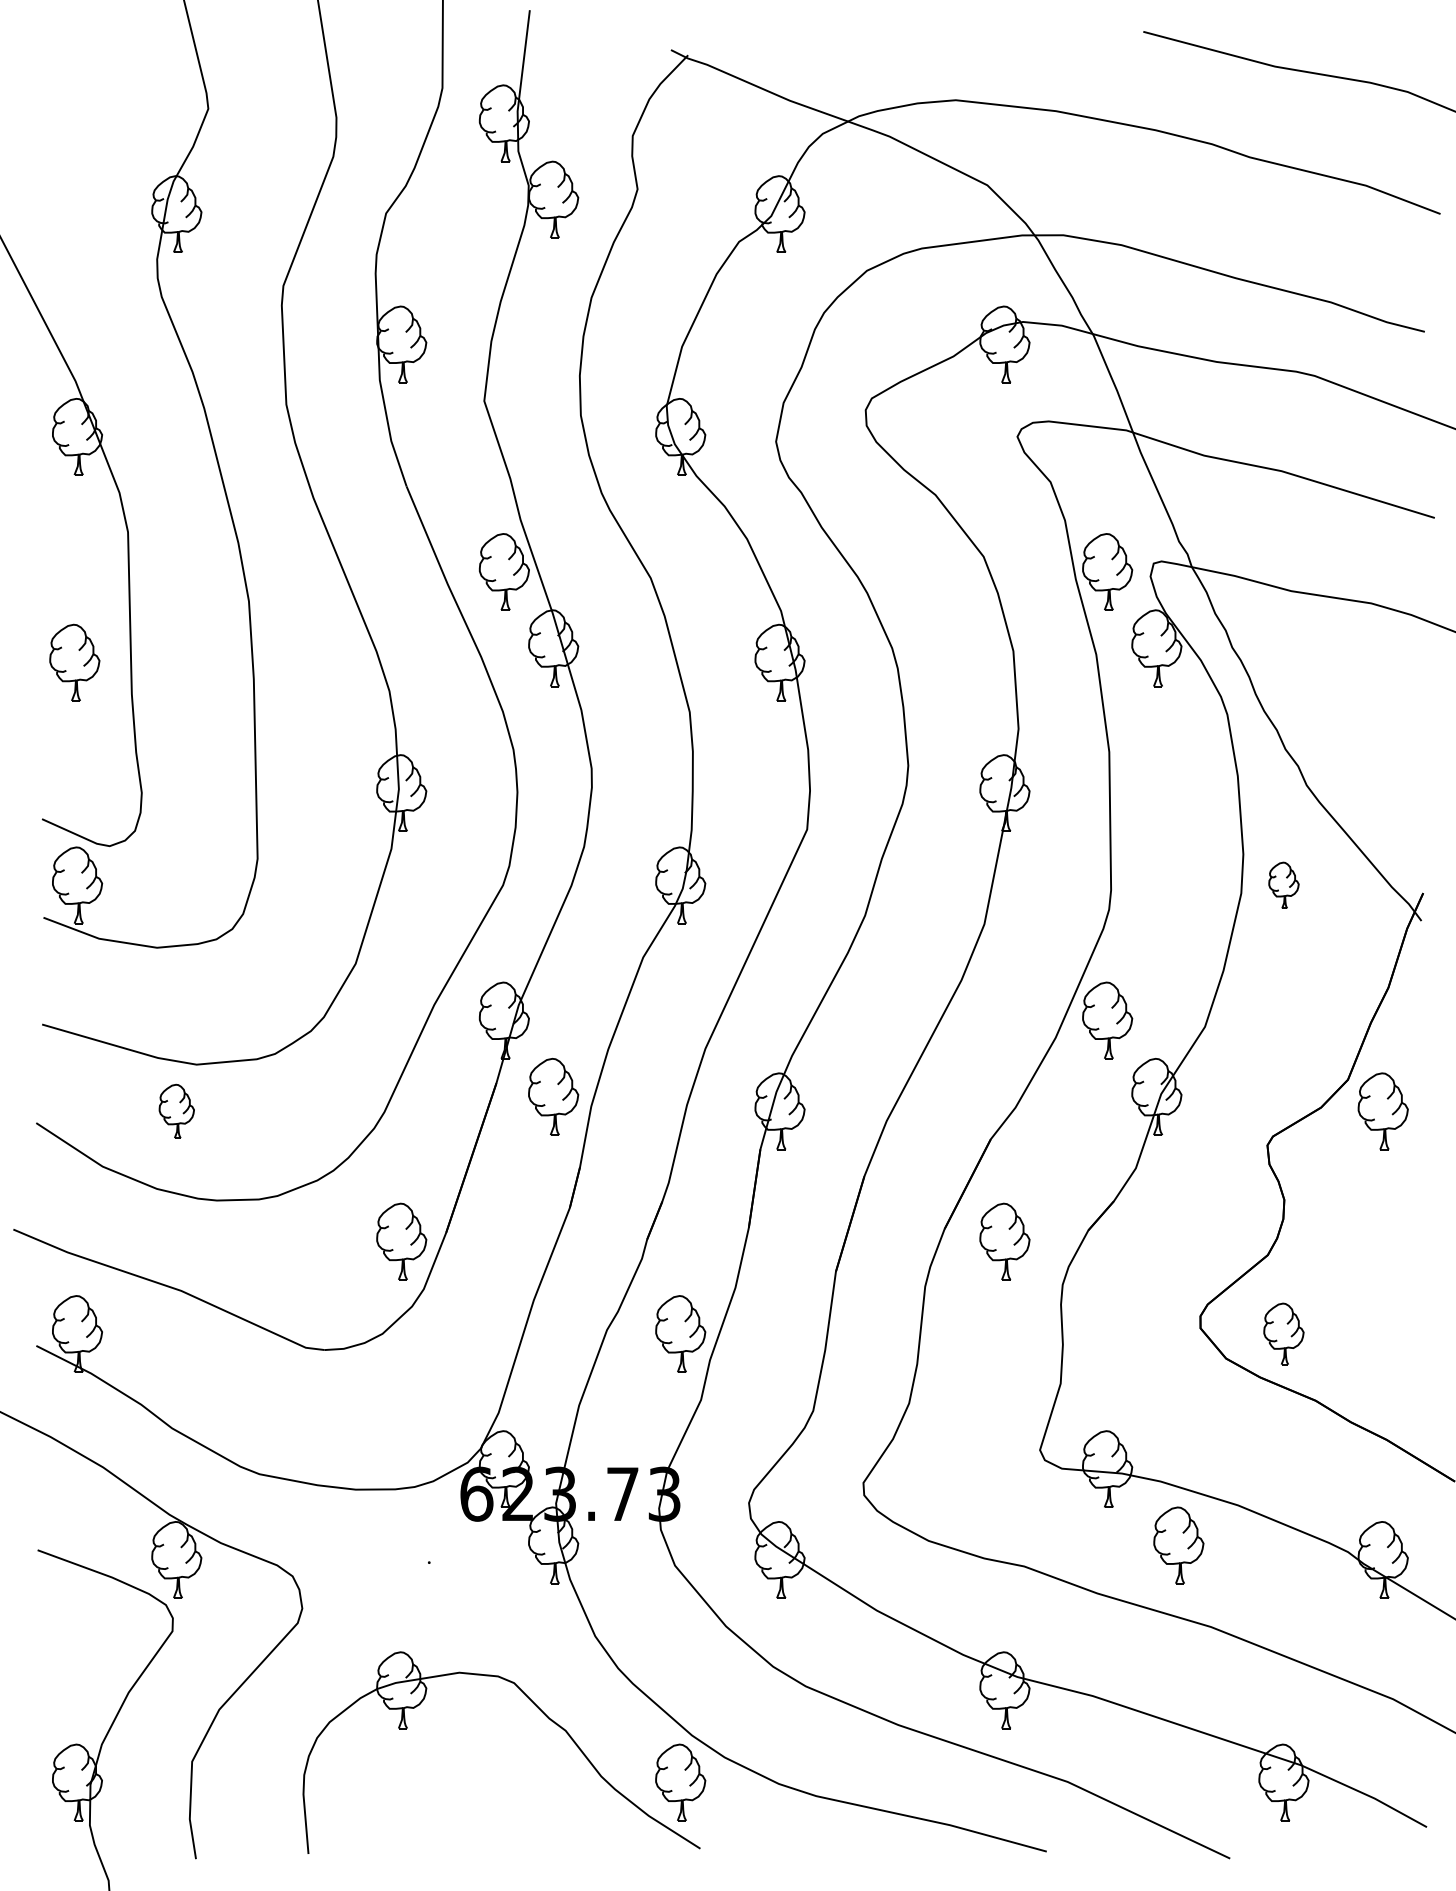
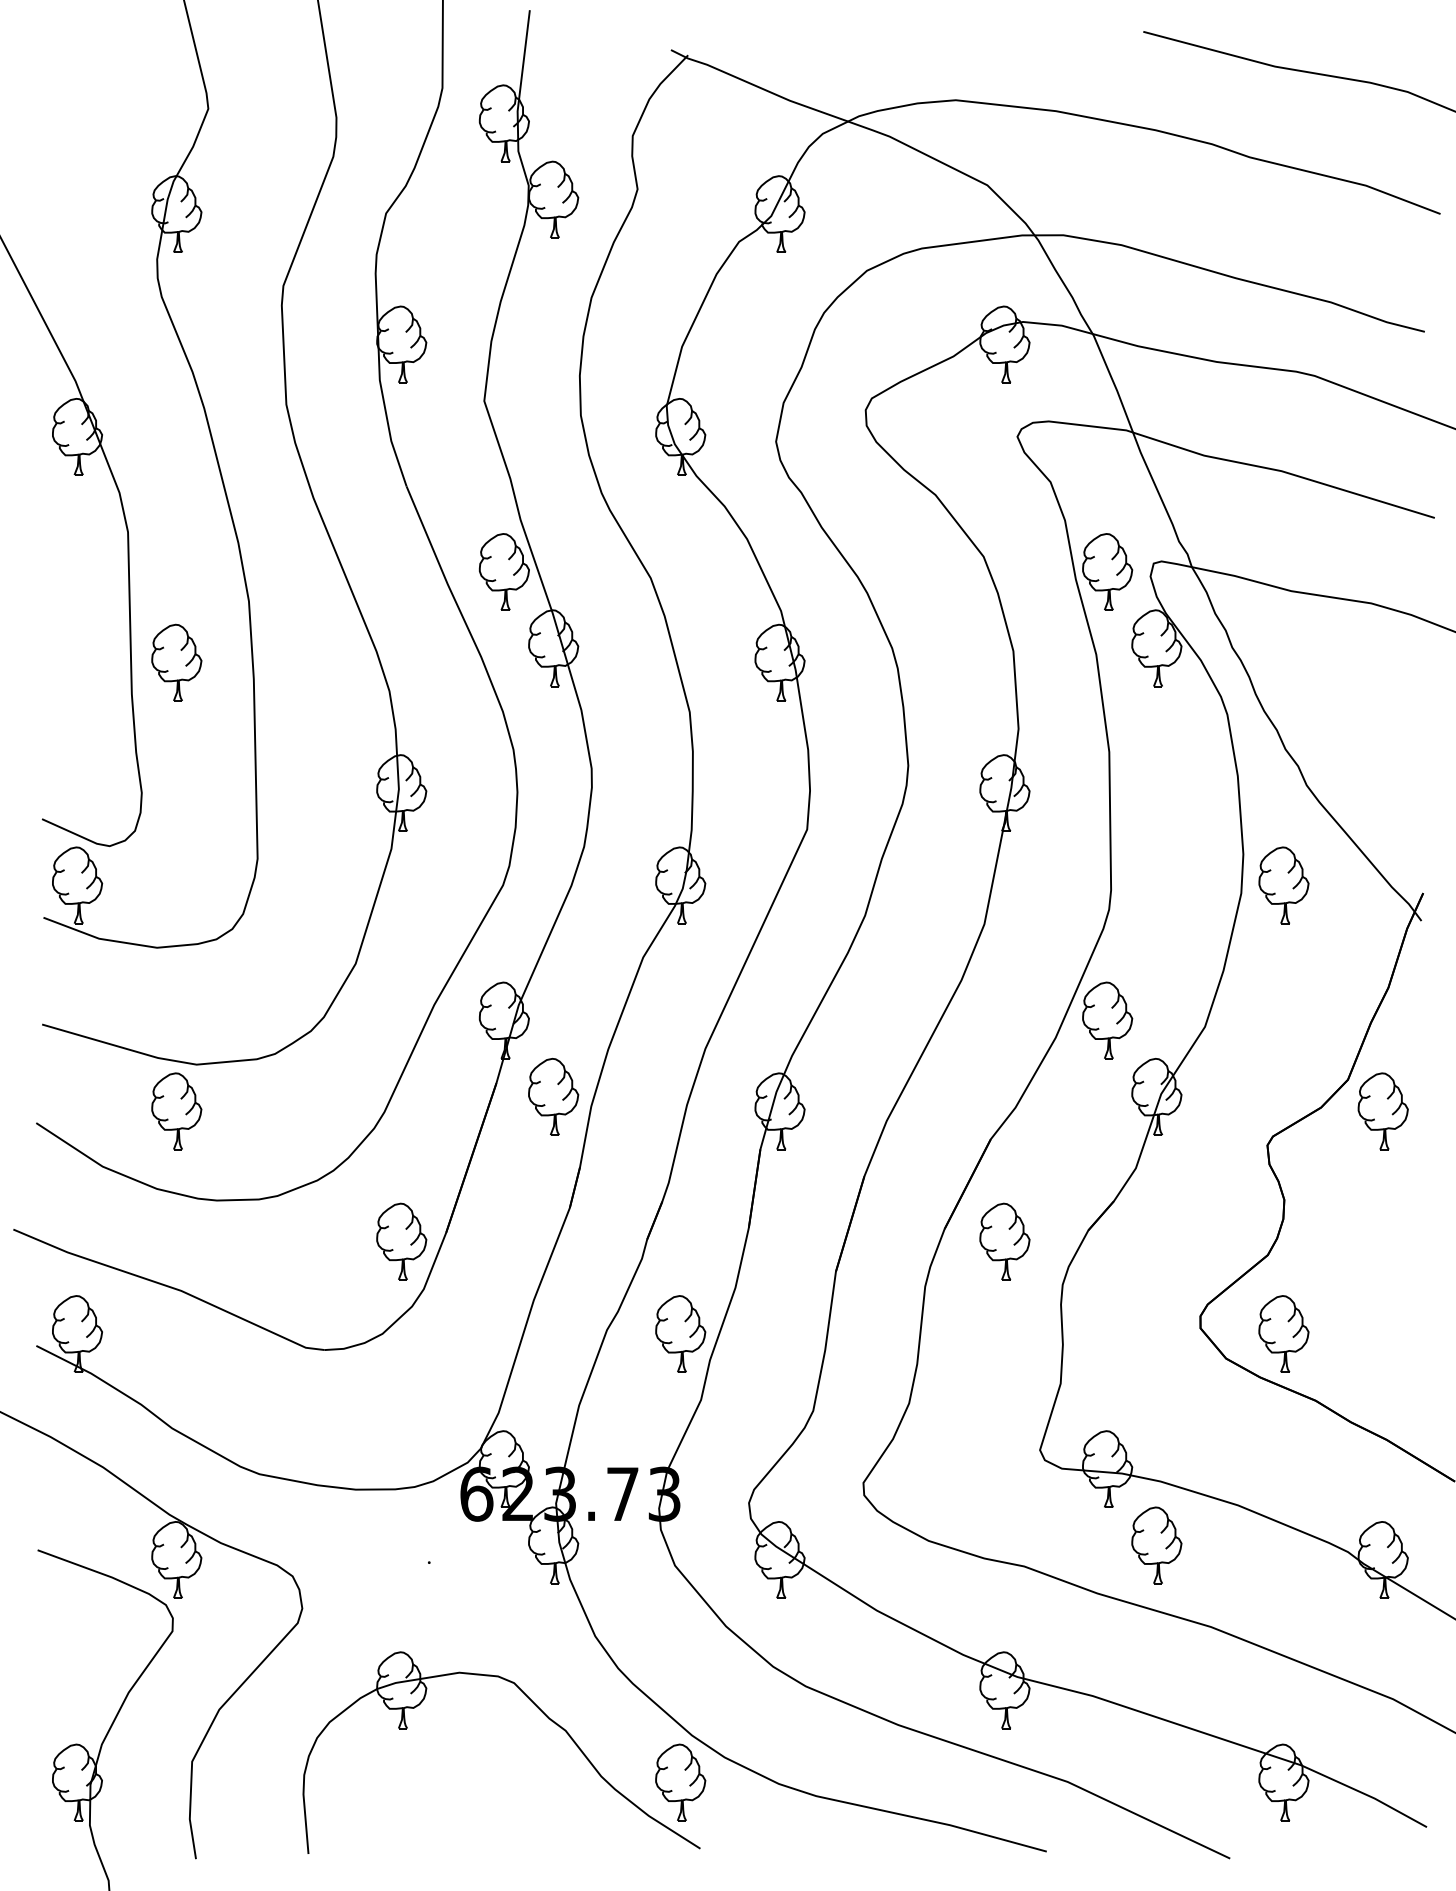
part at (74, 662) position: (74, 662) -> (176, 662)
part at (1283, 884) size: 32x48 px -> 52x79 px
part at (176, 1110) size: 37x56 px -> 52x79 px
part at (1283, 1333) size: 42x64 px -> 52x78 px
part at (1178, 1545) position: (1178, 1545) -> (1156, 1545)
